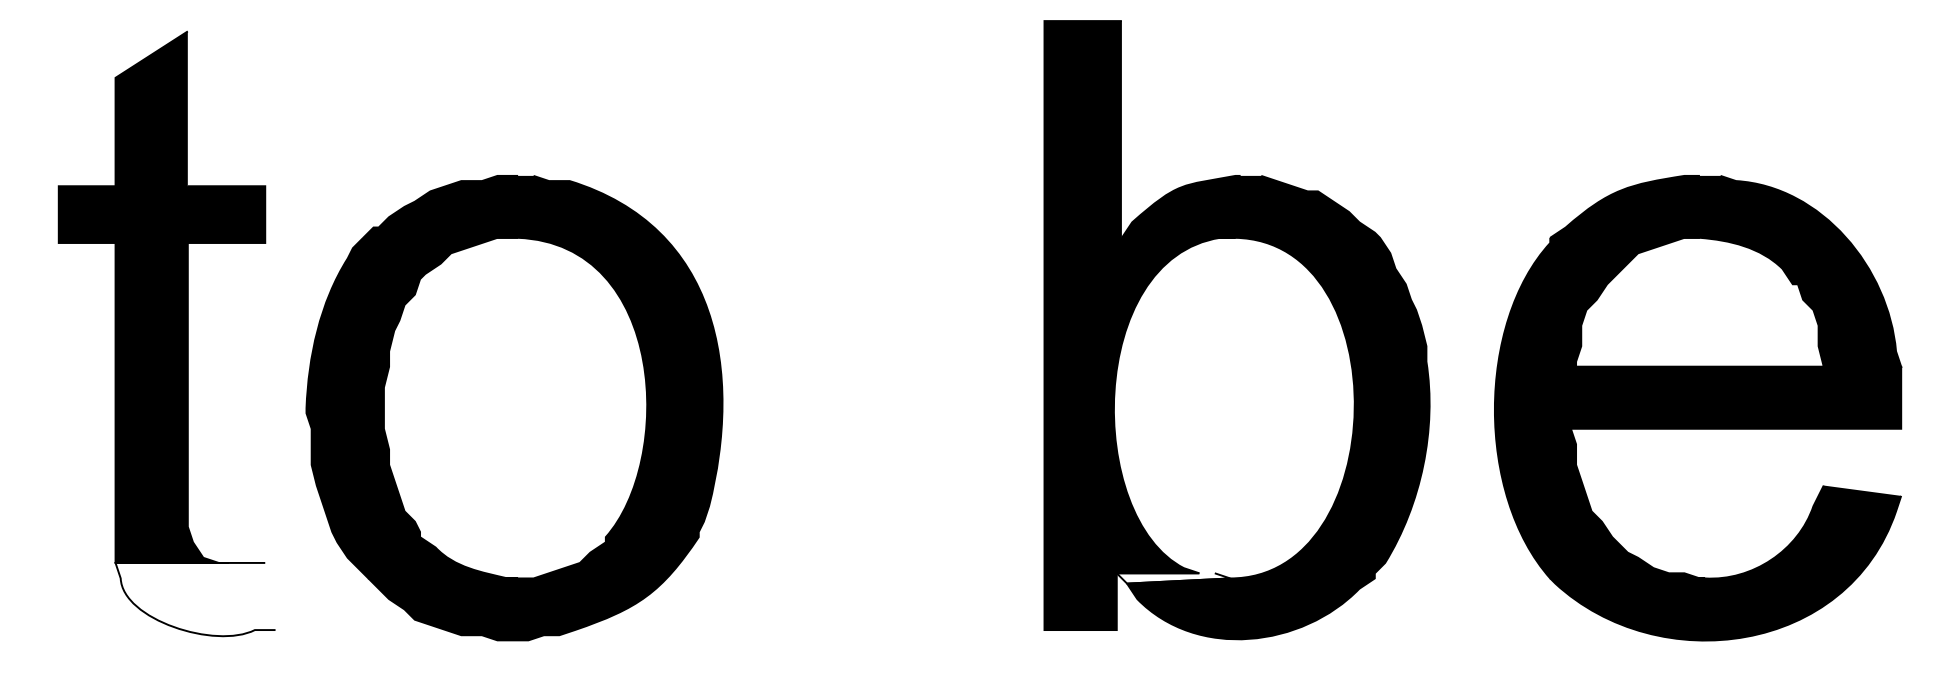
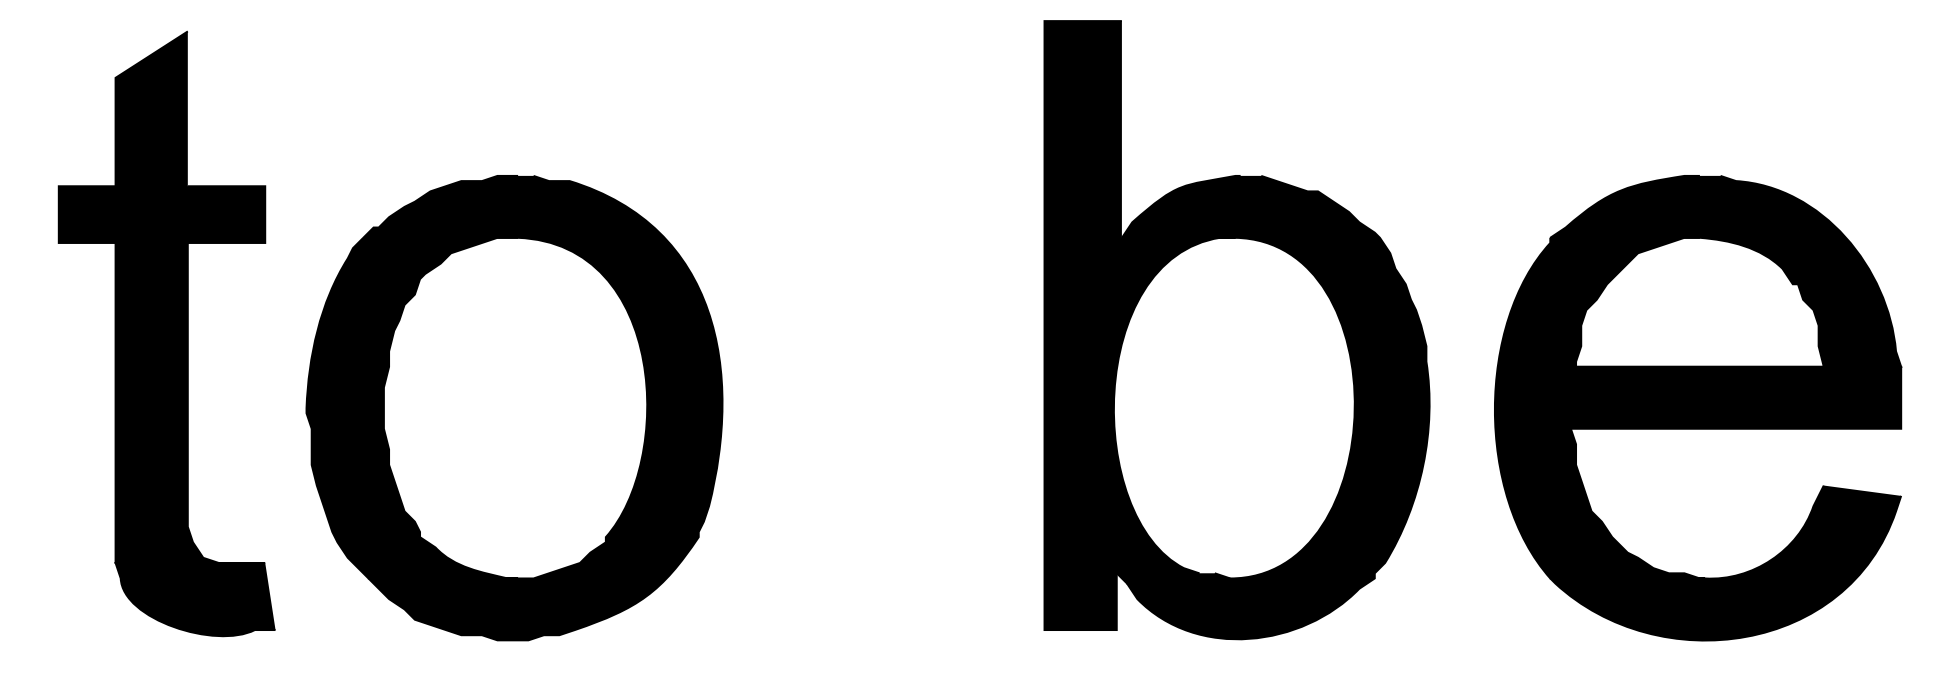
fill at (1173, 578): none -> present
fill at (195, 599): none -> present
